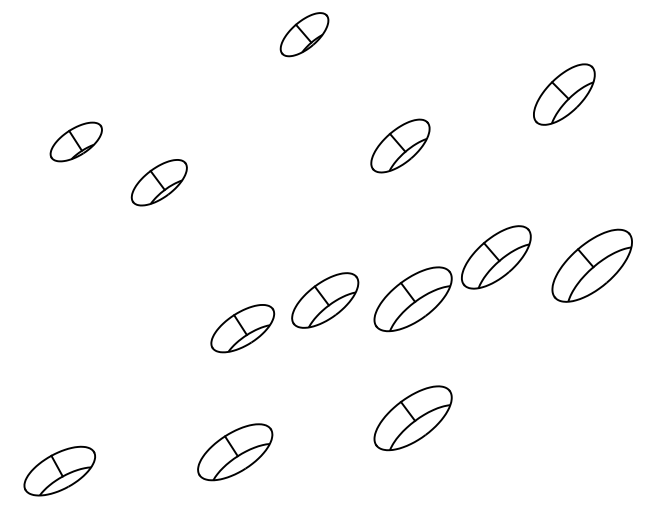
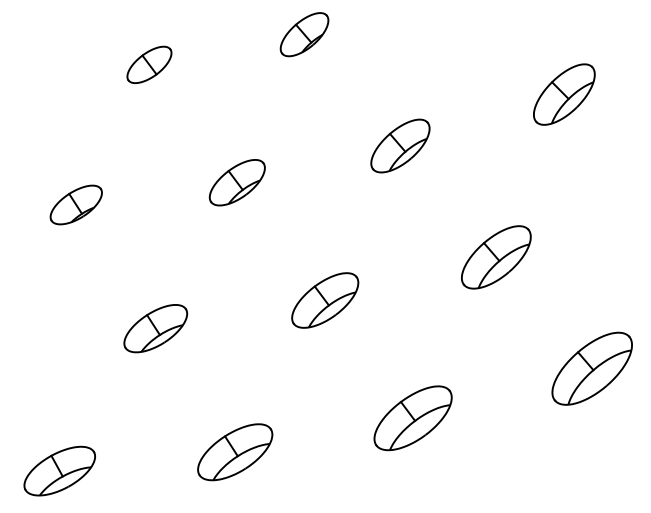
part at (149, 64): none -> present
part at (75, 141) position: (75, 141) -> (75, 204)
part at (158, 182) position: (158, 182) -> (236, 182)
part at (591, 265) position: (591, 265) -> (591, 368)
part at (412, 299): present -> none
part at (242, 328) position: (242, 328) -> (155, 328)
